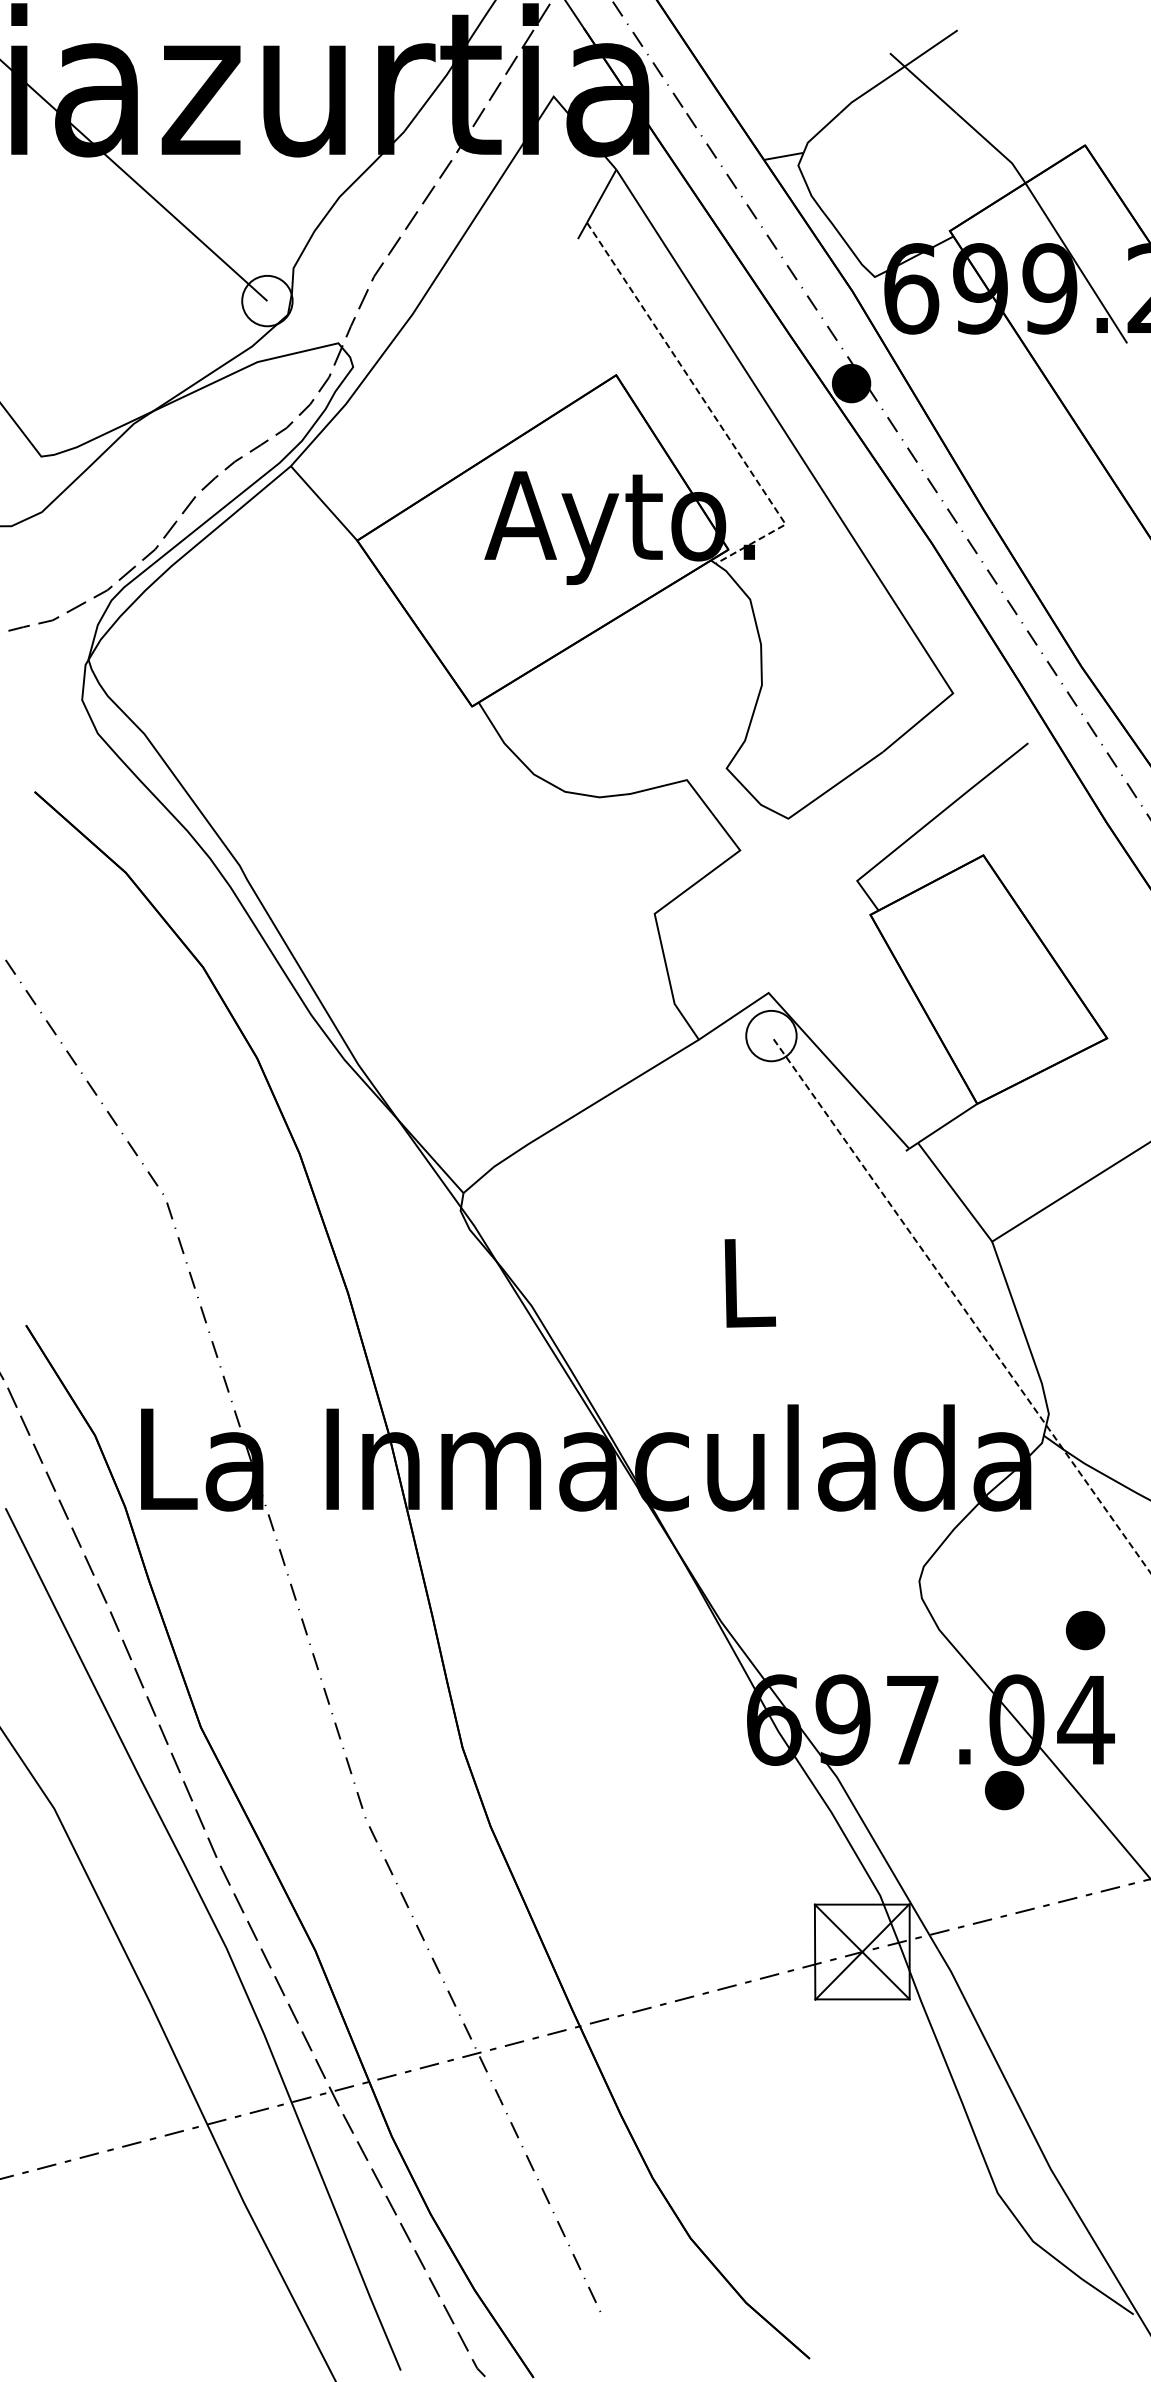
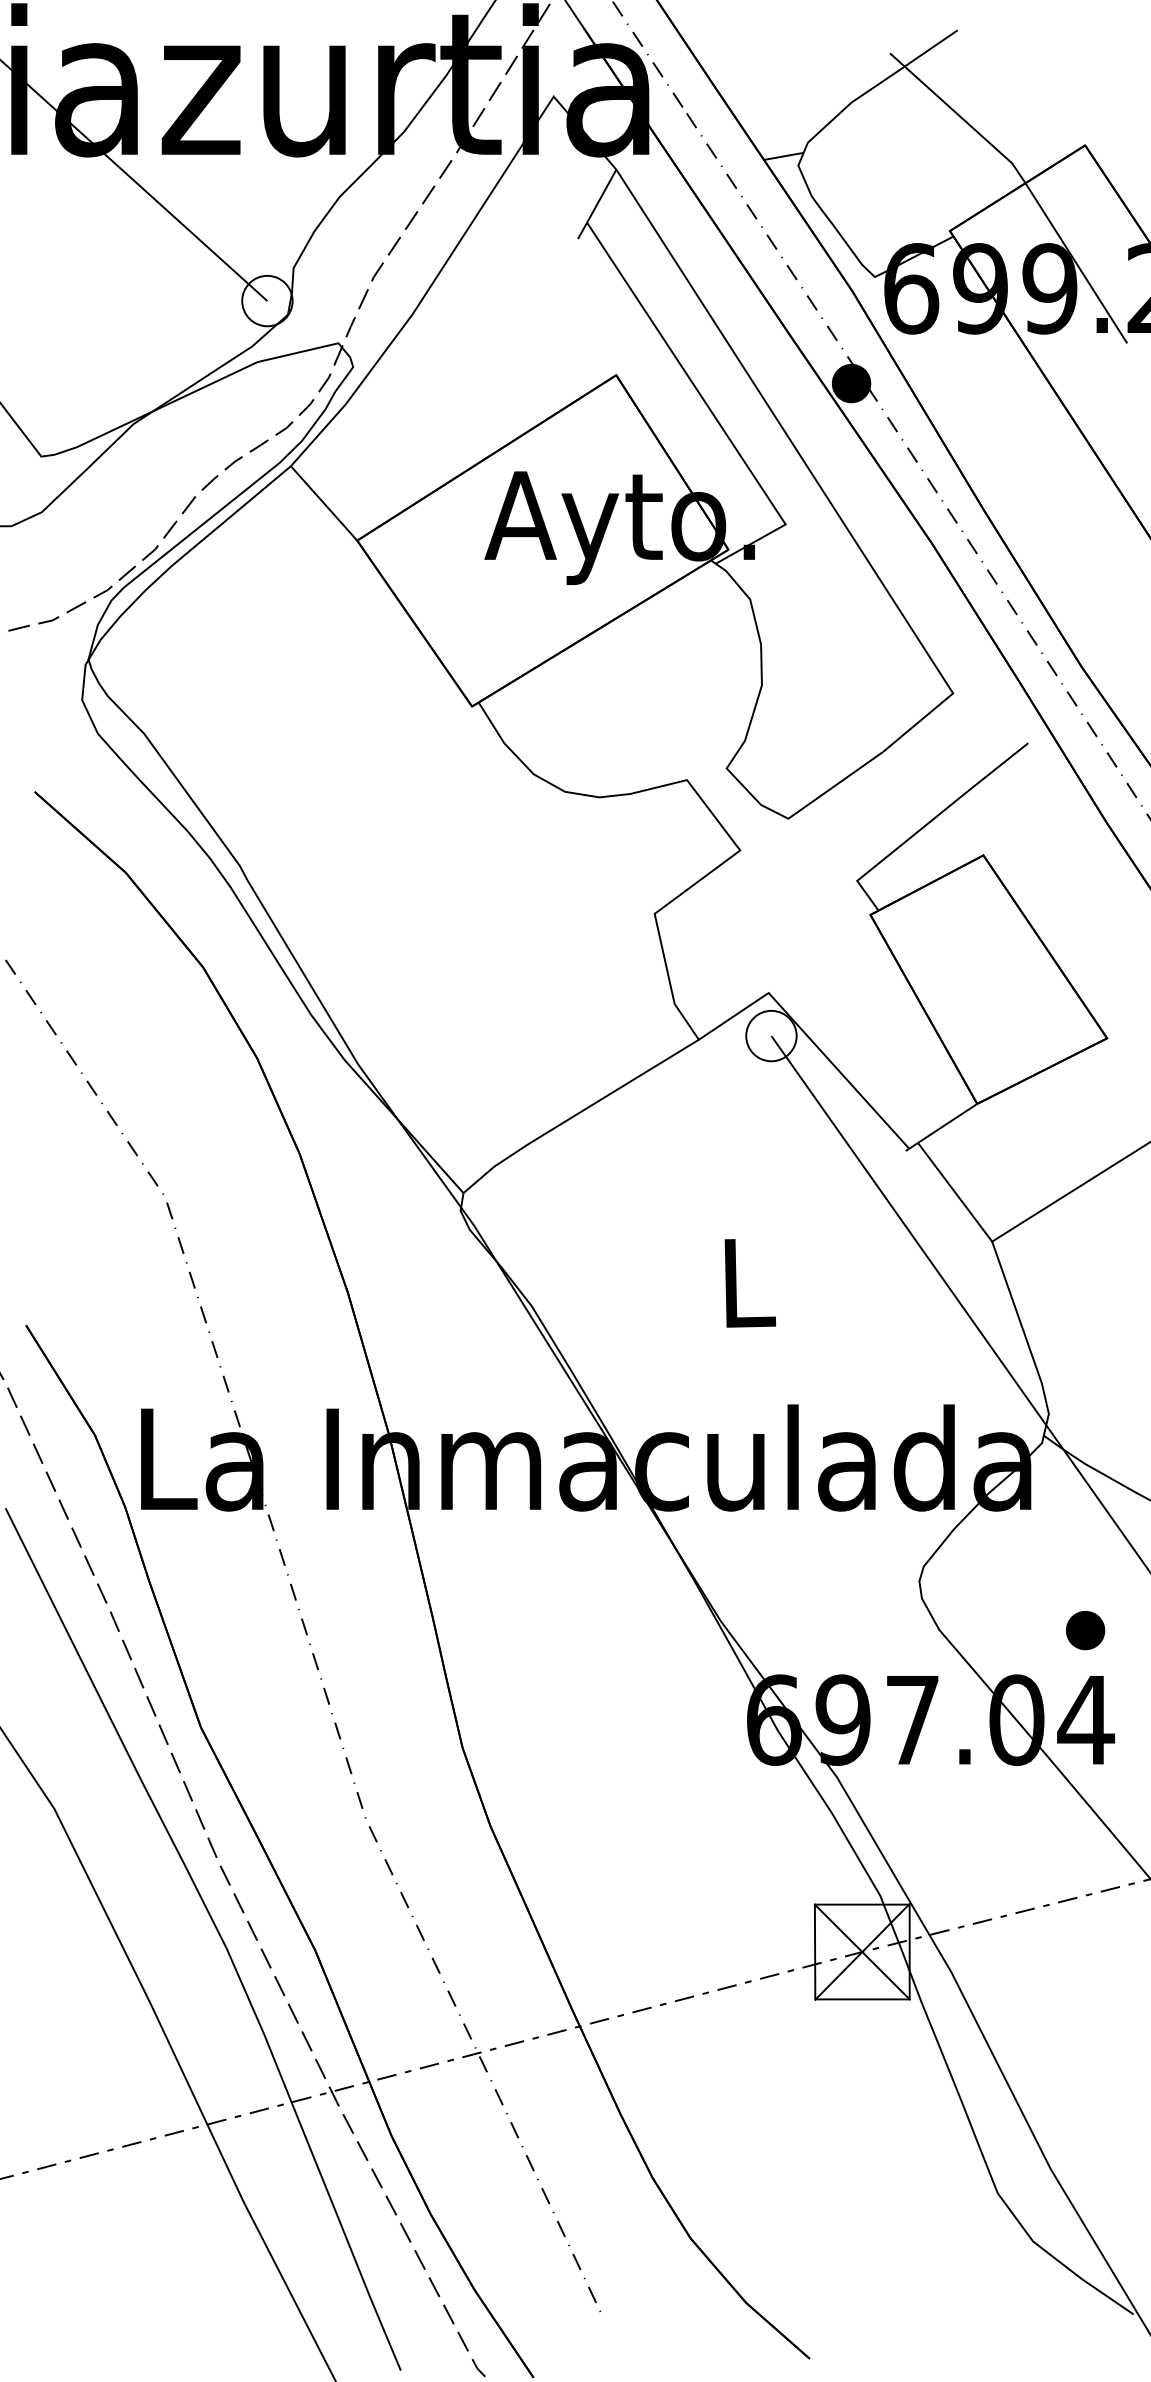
line at (708, 407): dashed -> solid
line at (961, 1304): dashed -> solid
part at (1004, 1790): present -> none
